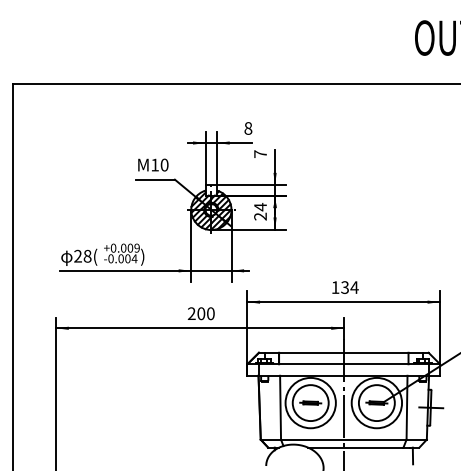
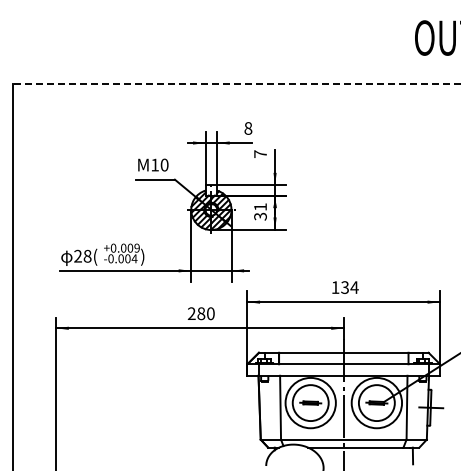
line at (236, 83): solid -> dashed
text at (260, 211): 24 -> 31
text at (201, 313): 200 -> 280
